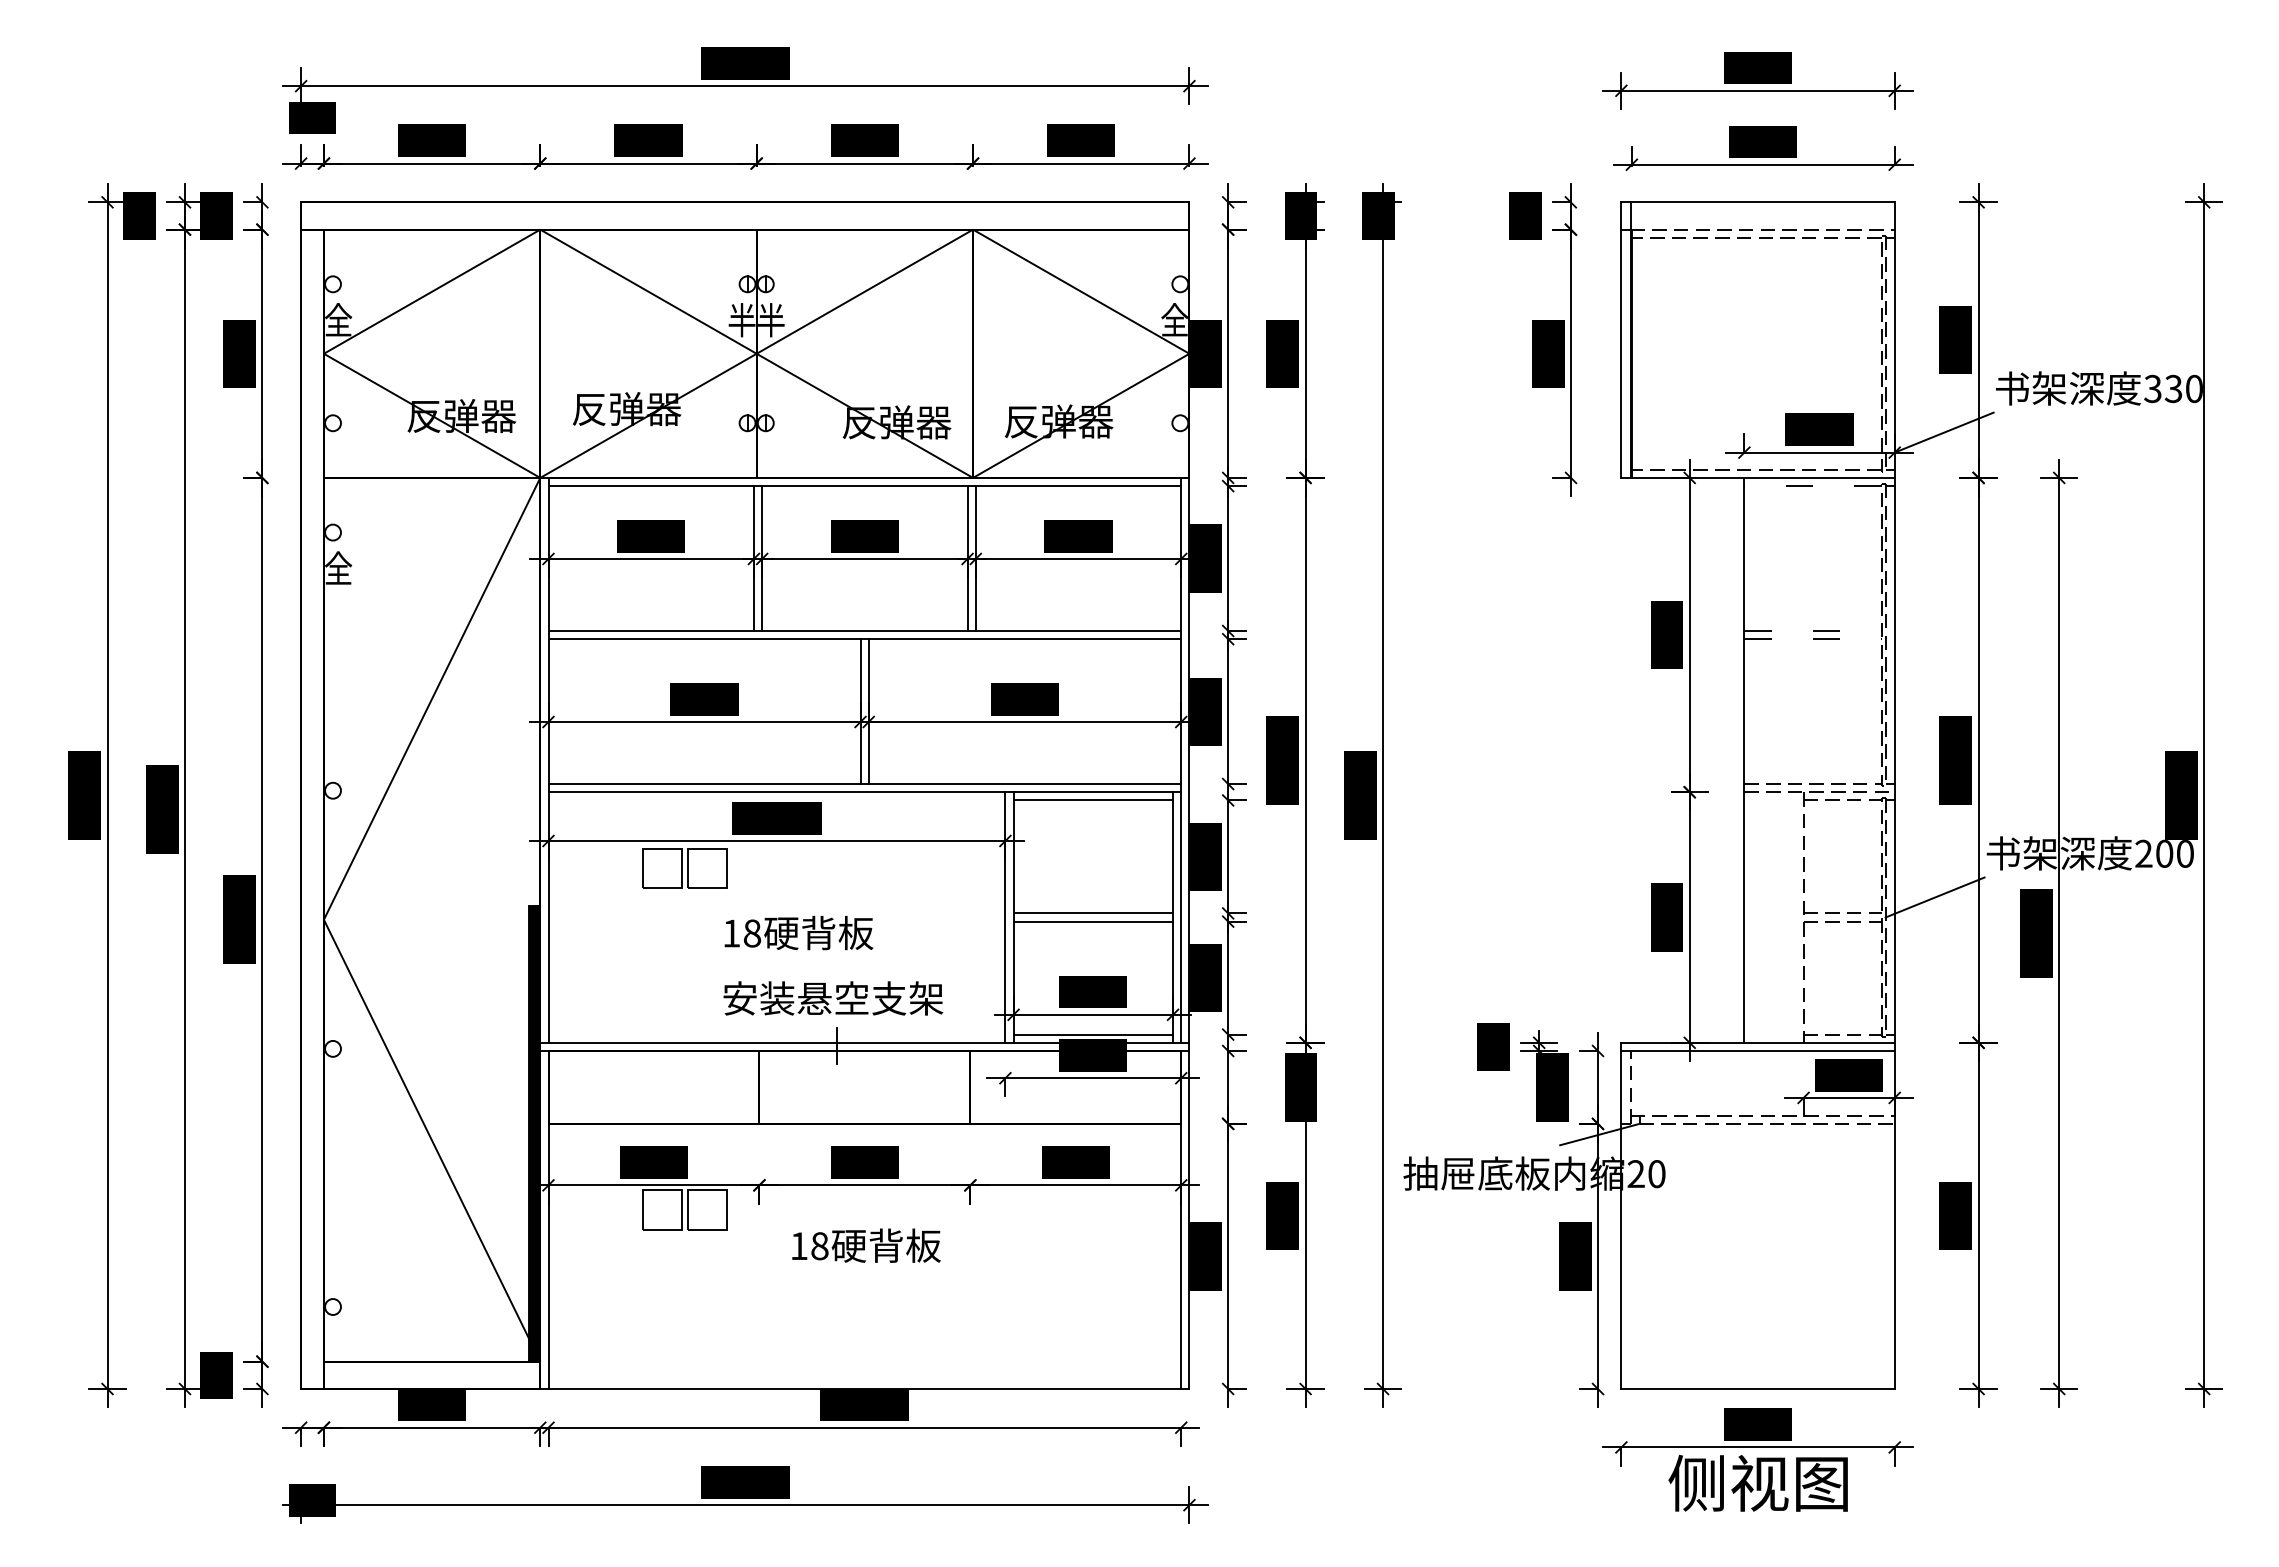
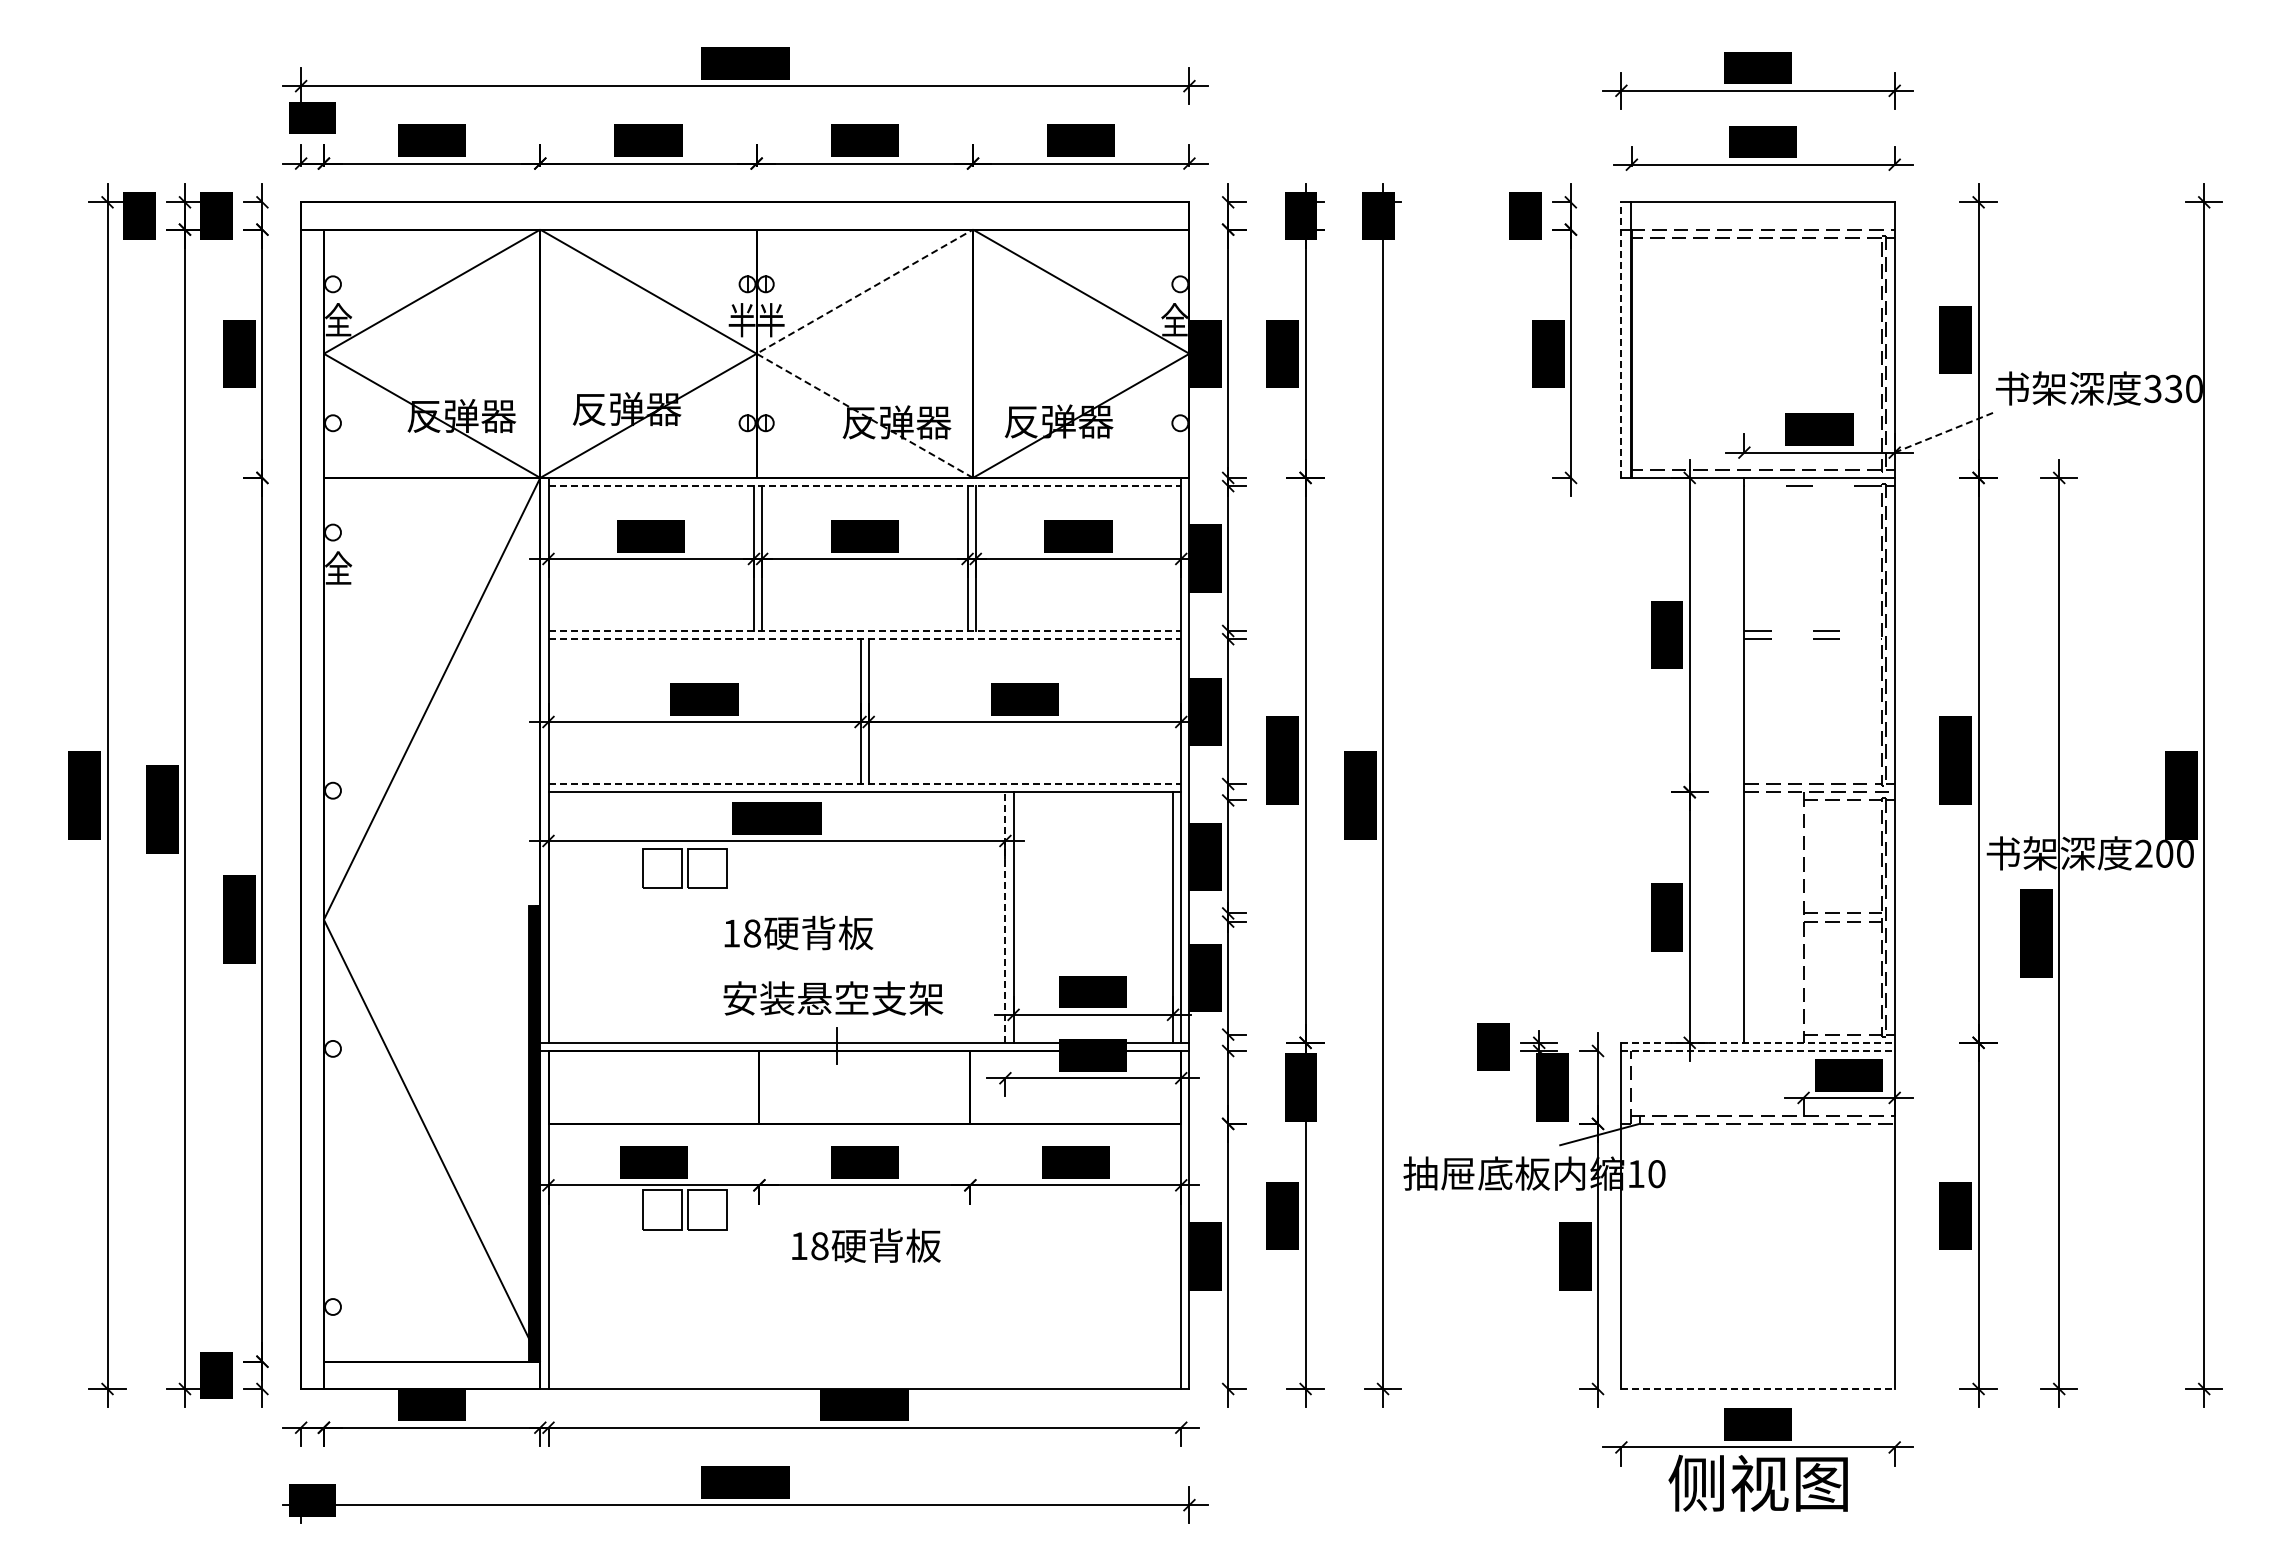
line at (1621, 340): solid -> dashed
line at (756, 353): solid -> dashed
line at (1944, 432): solid -> dashed
line at (865, 486): solid -> dashed
line at (865, 630): solid -> dashed
line at (865, 639): solid -> dashed
line at (865, 784): solid -> dashed
line at (1093, 800): present -> none
line at (1934, 897): present -> none
line at (1093, 913): present -> none
line at (1005, 917): solid -> dashed
line at (1093, 921): present -> none
line at (1093, 1034): present -> none
line at (1758, 1042): solid -> dashed
line at (1758, 1050): solid -> dashed
text at (1635, 1173): 20 -> 10
line at (1758, 1389): solid -> dashed
